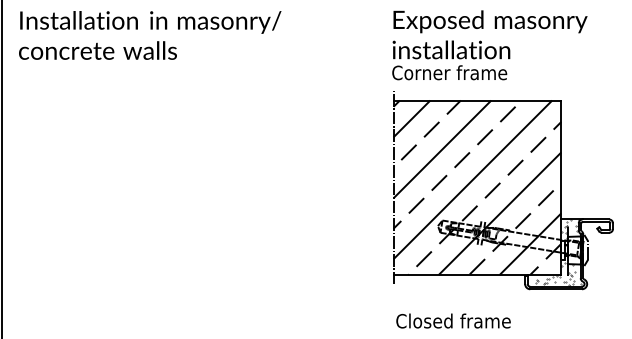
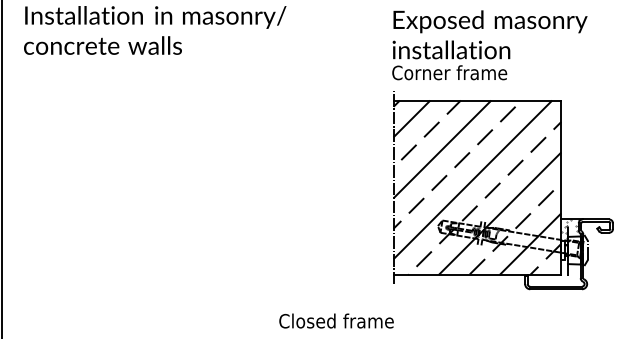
text at (150, 35) position: (150, 35) -> (155, 30)
hatch at (557, 274): present -> none
text at (453, 320) position: (453, 320) -> (336, 320)
